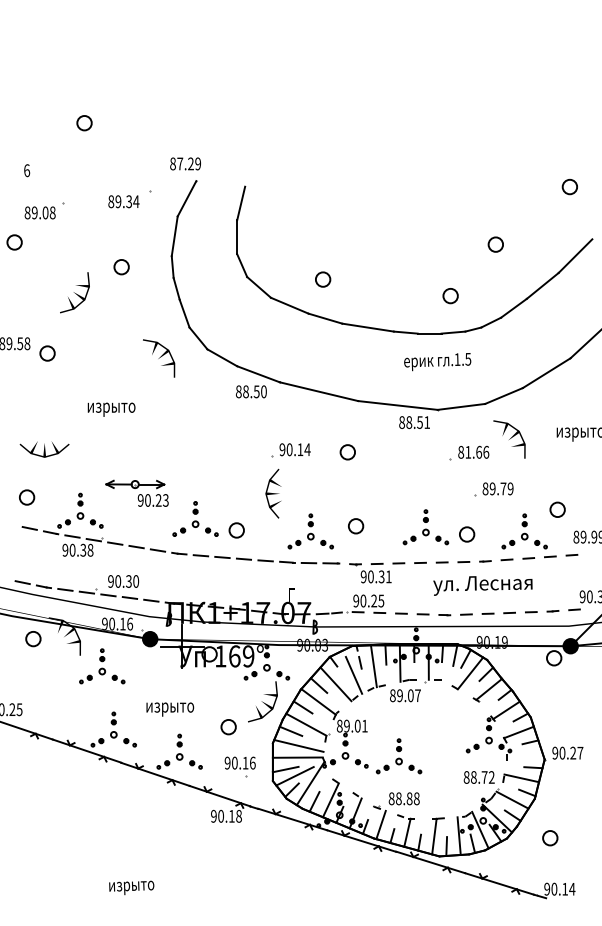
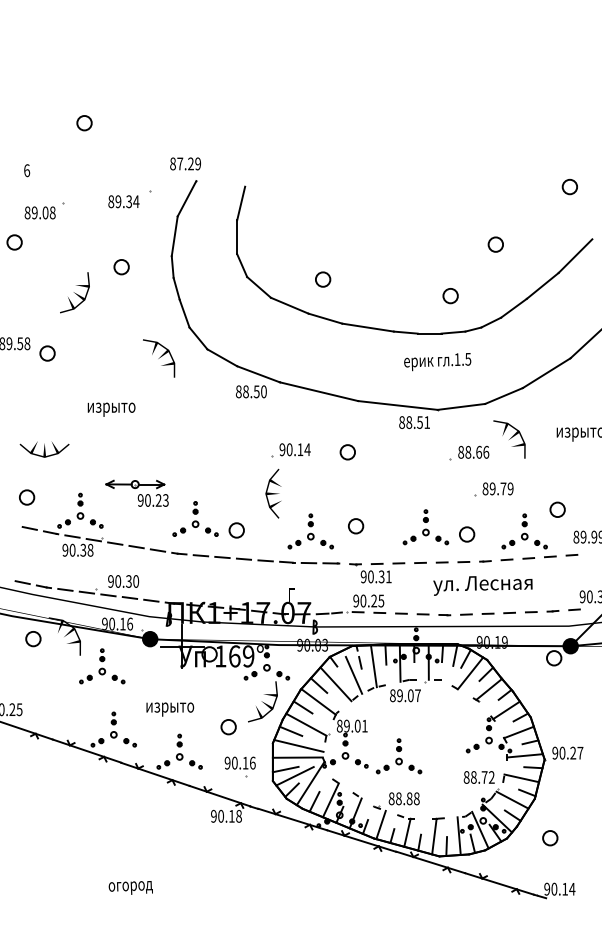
text at (468, 451): 81.66 -> 88.66
line at (524, 755): none -> present
text at (131, 887): изрыто -> огород
